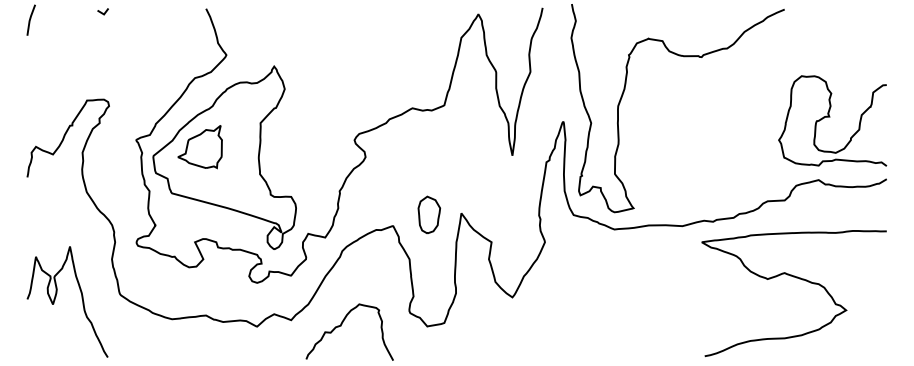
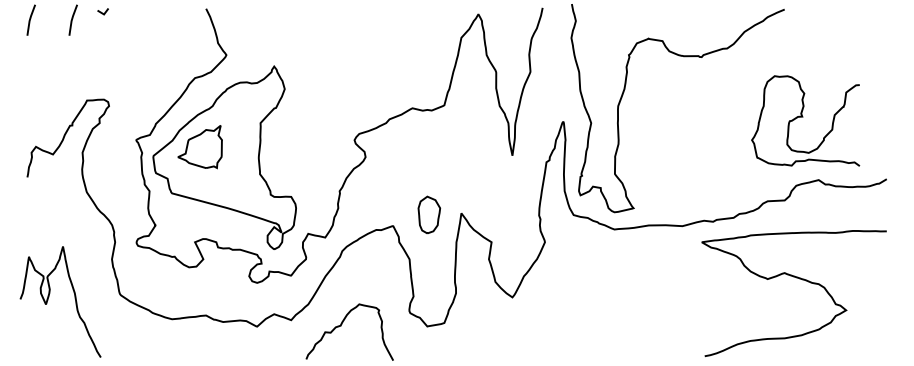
curve at (72, 19): none -> present
curve at (830, 117) position: (830, 117) -> (803, 117)
curve at (56, 297) position: (56, 297) -> (49, 297)
